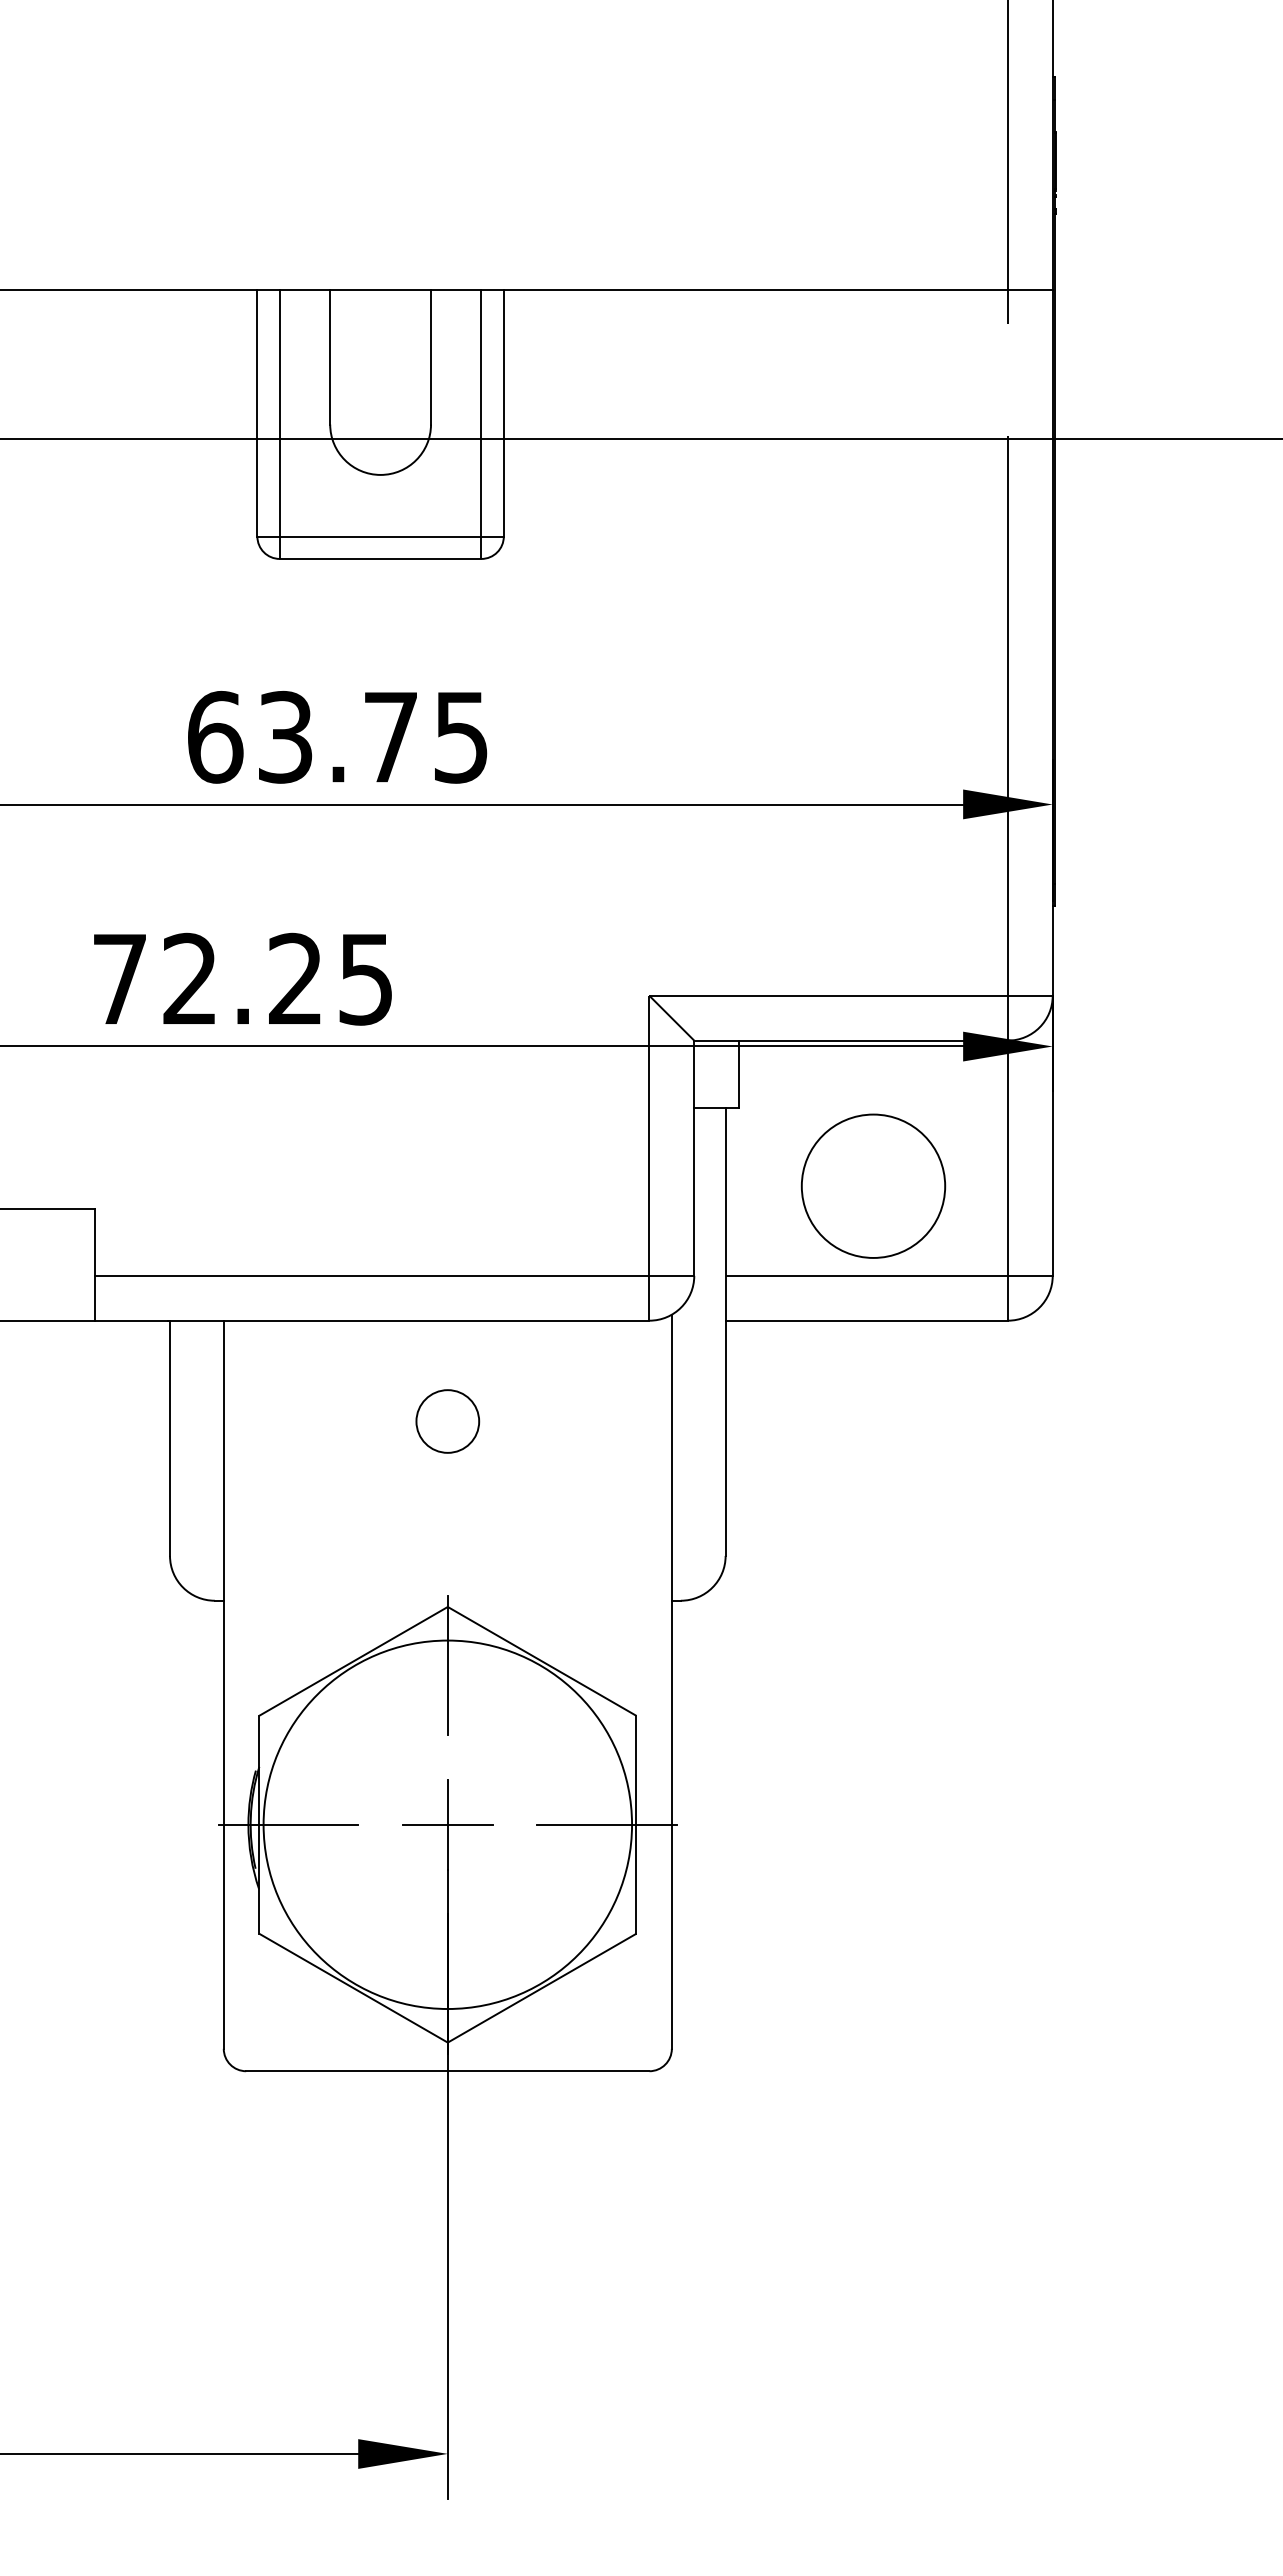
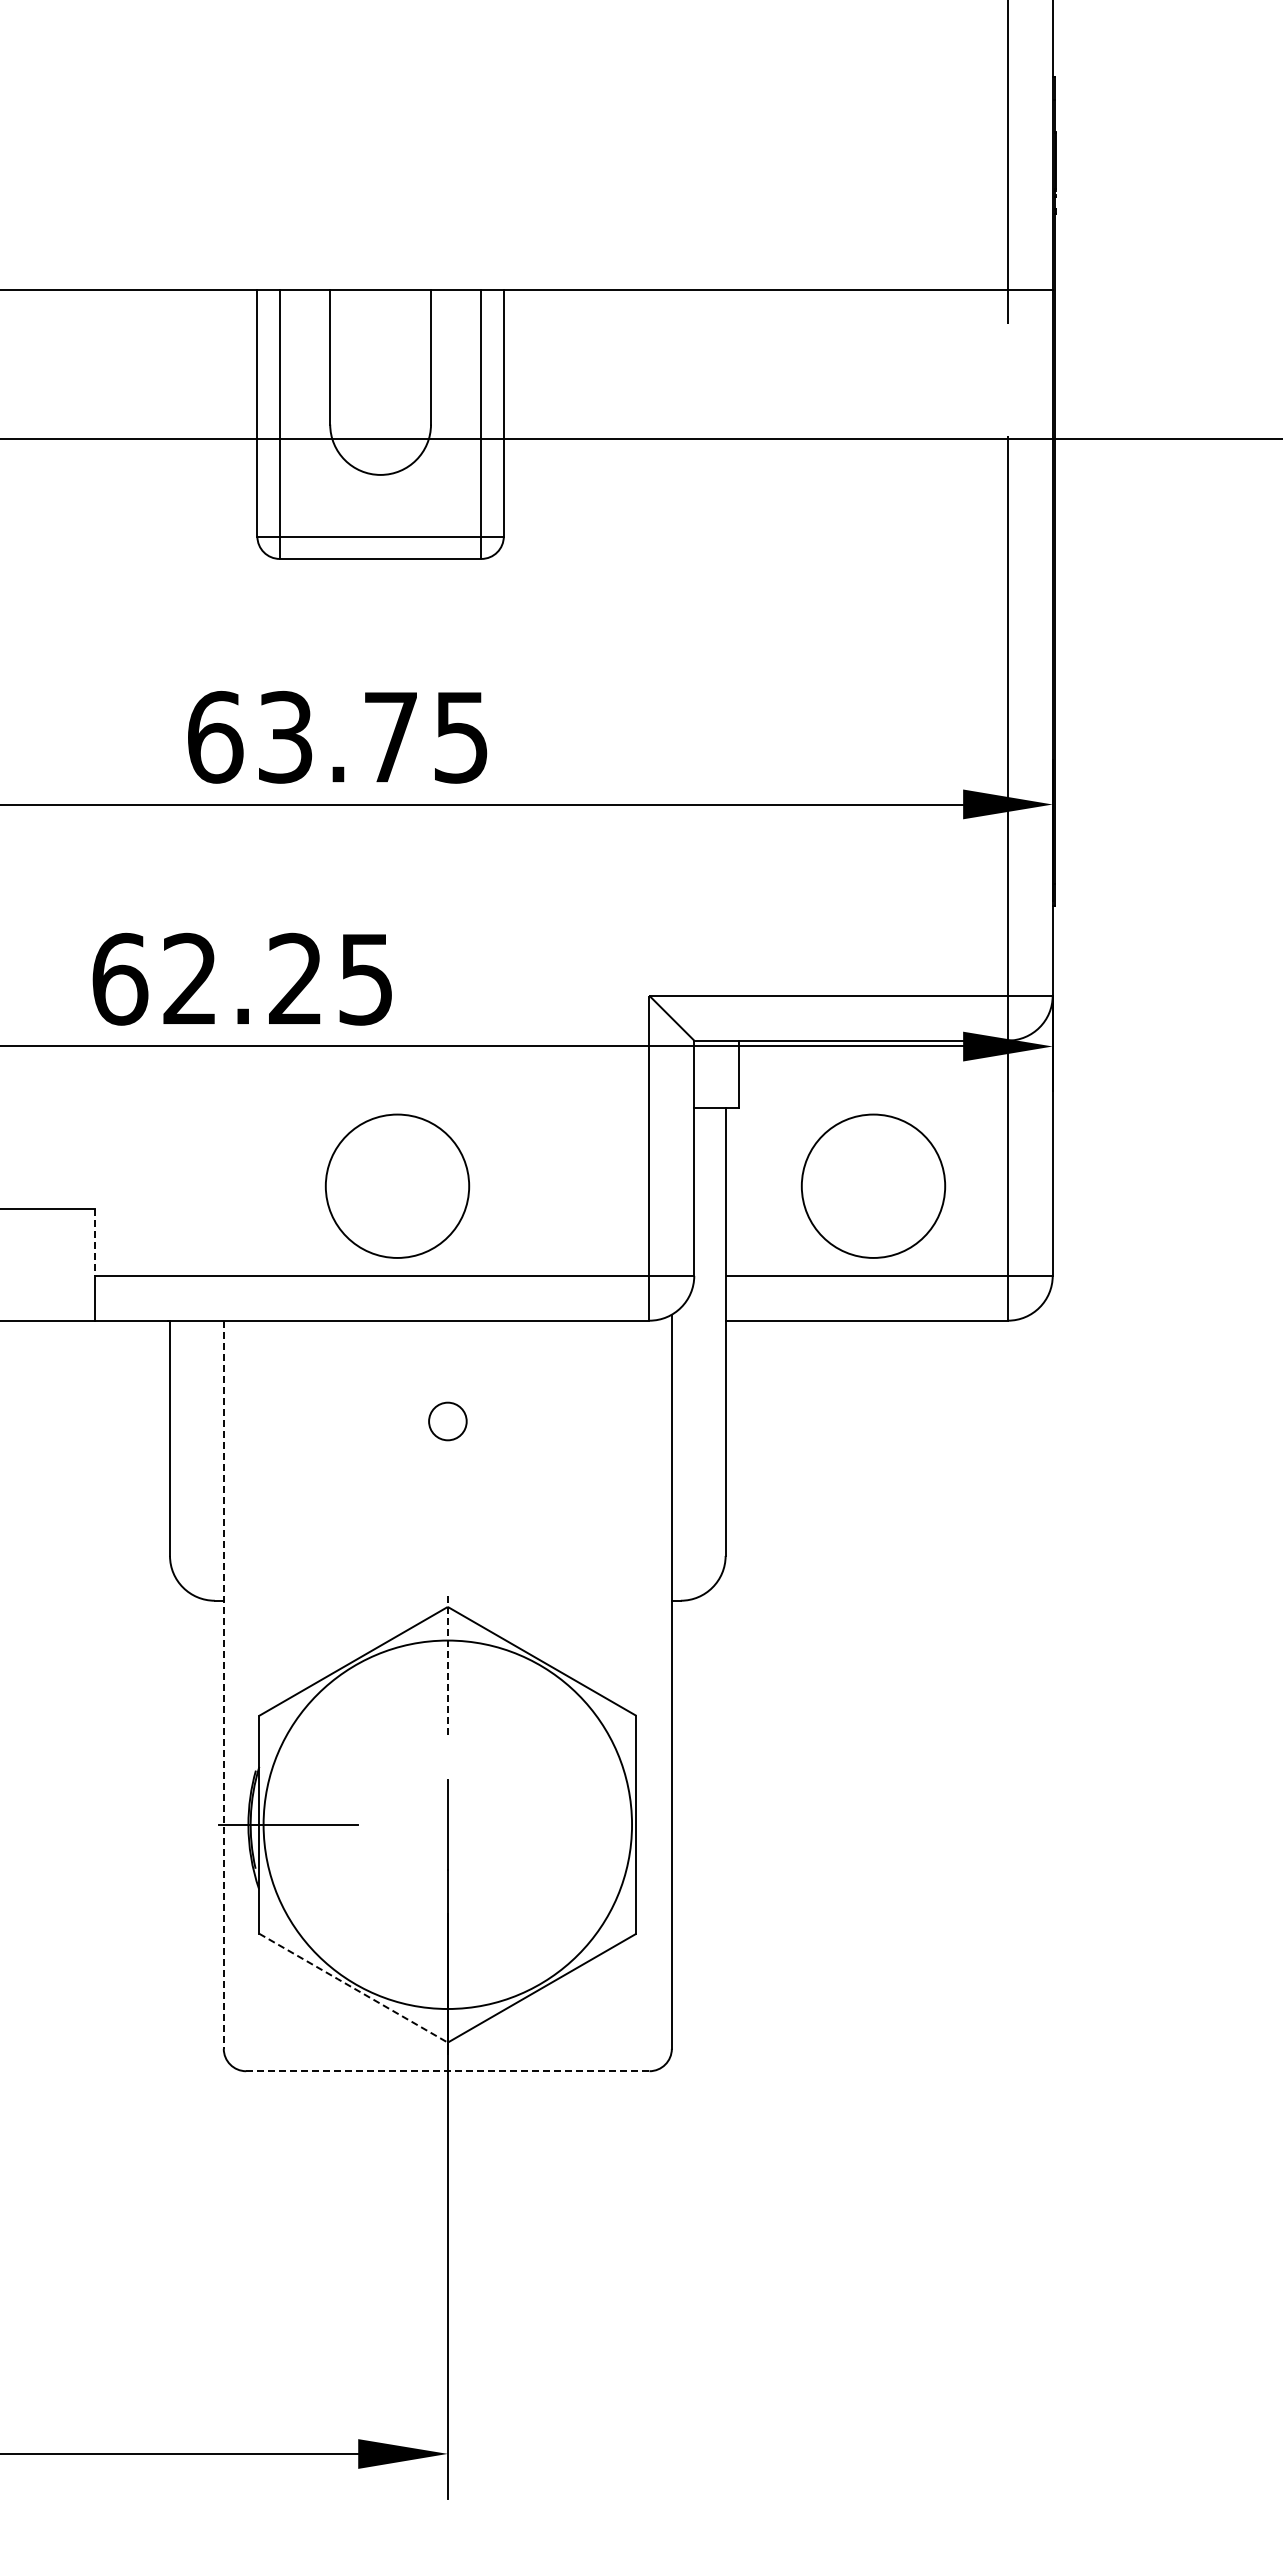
text at (120, 978): 72.25 -> 62.25
circle at (397, 1185): none -> present
line at (94, 1242): solid -> dashed
circle at (447, 1421) size: 66x65 px -> 40x41 px
line at (447, 1665): solid -> dashed
line at (223, 1685): solid -> dashed
line at (447, 1824): present -> none
line at (606, 1824): present -> none
line at (353, 1988): solid -> dashed
line at (447, 2071): solid -> dashed
